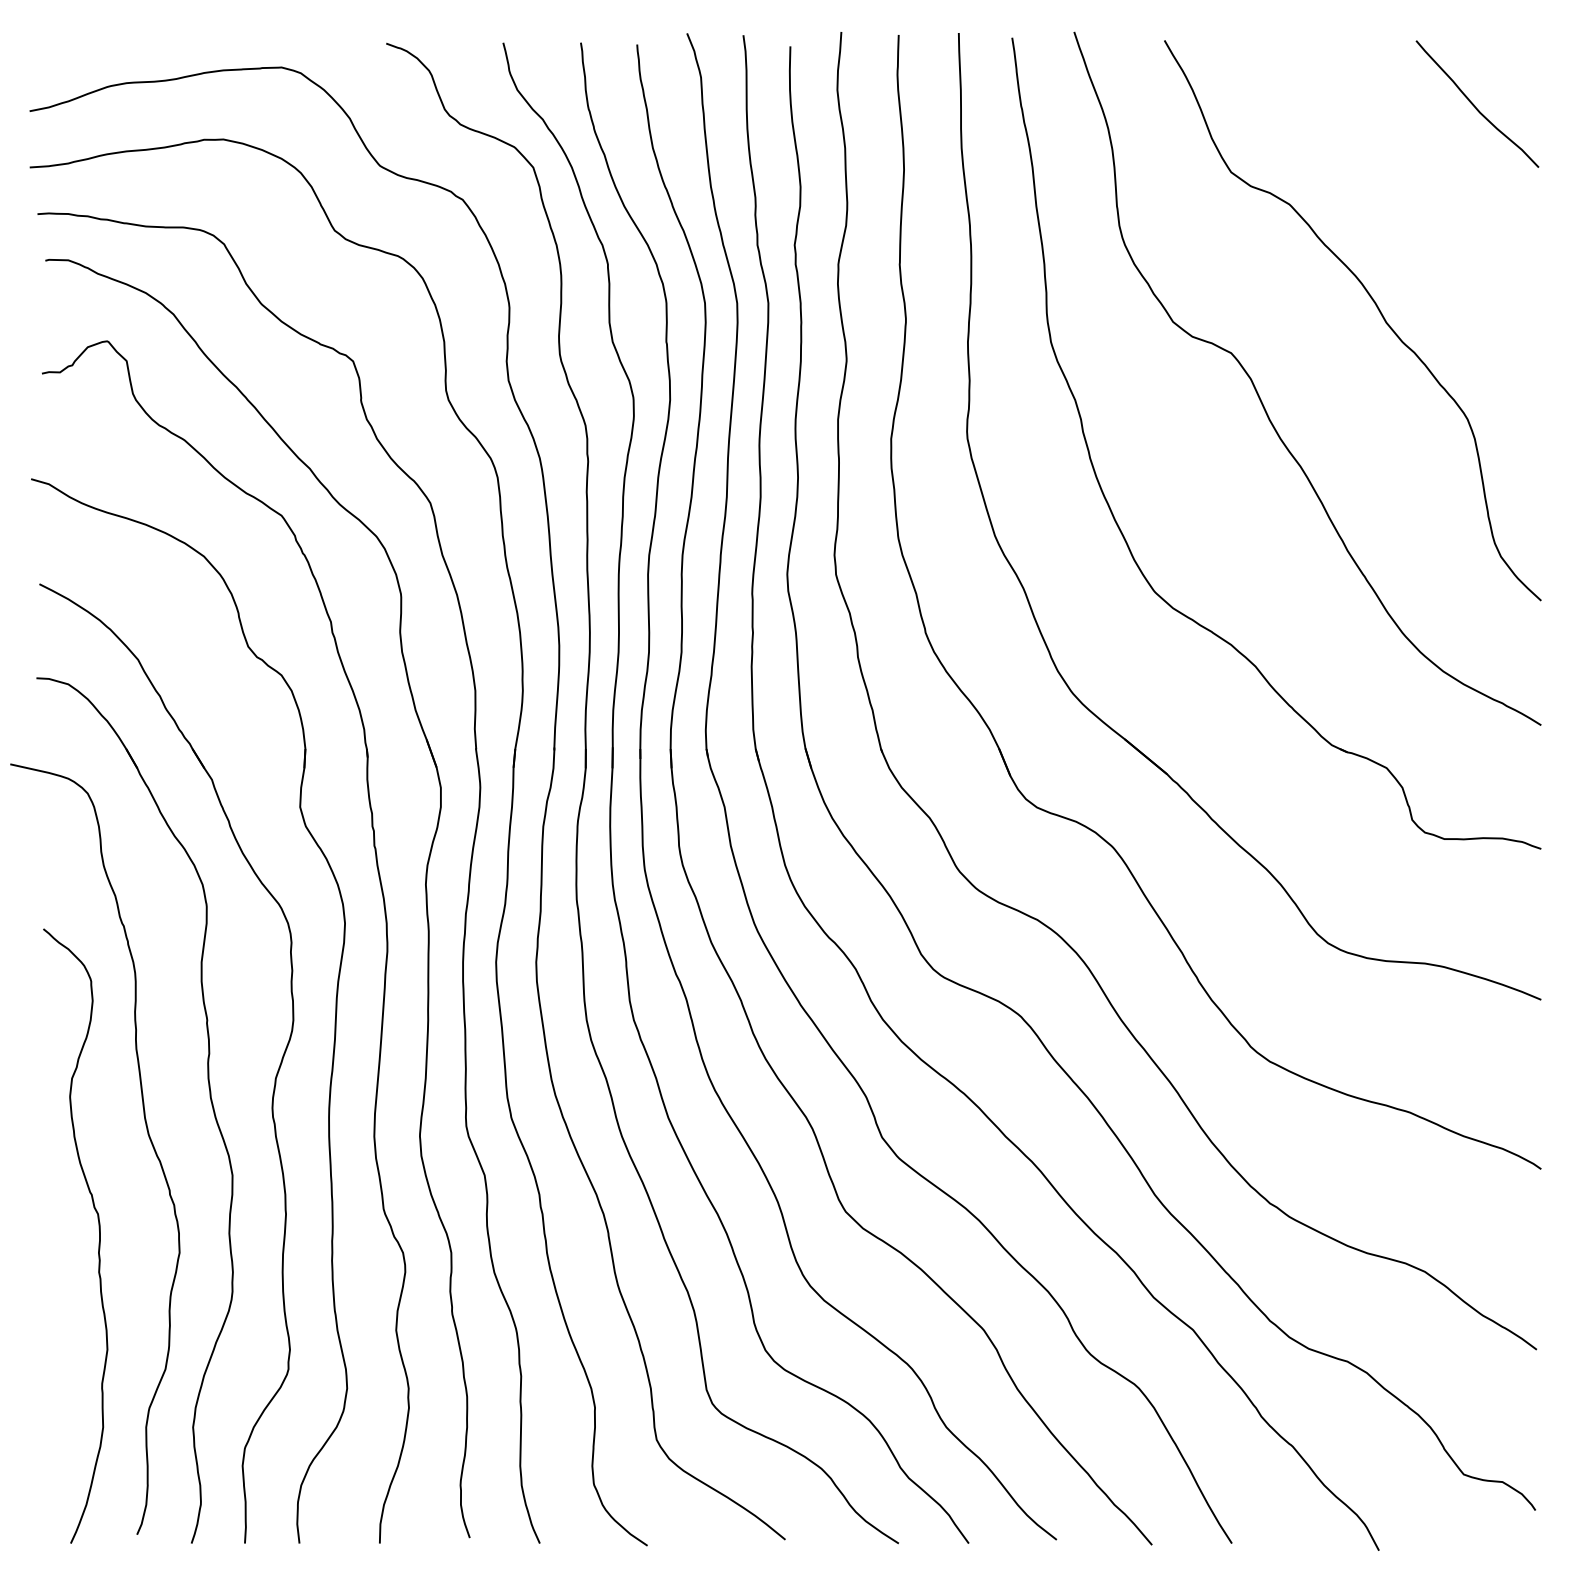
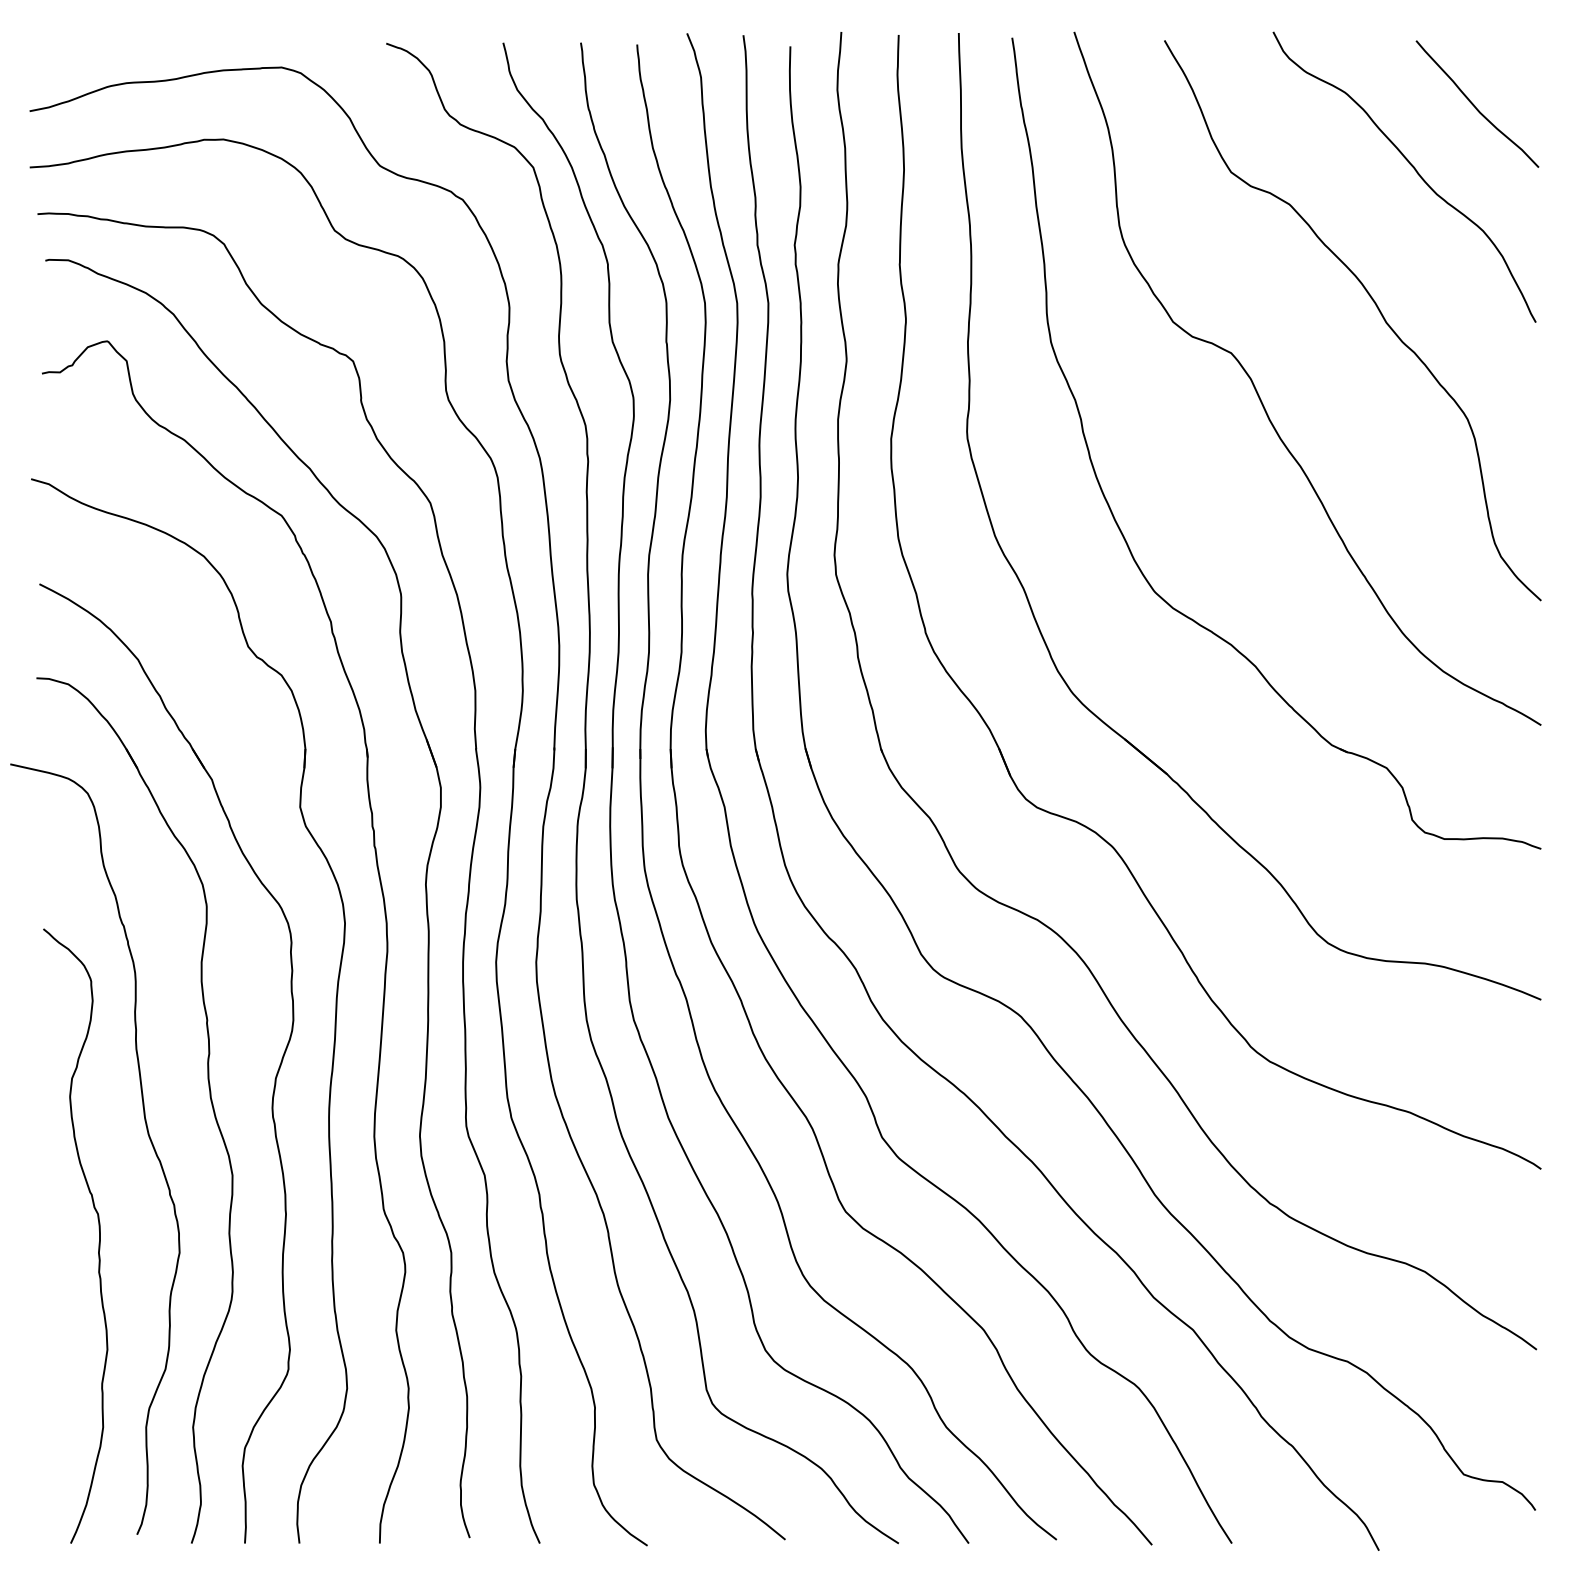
curve at (1414, 170): none -> present
